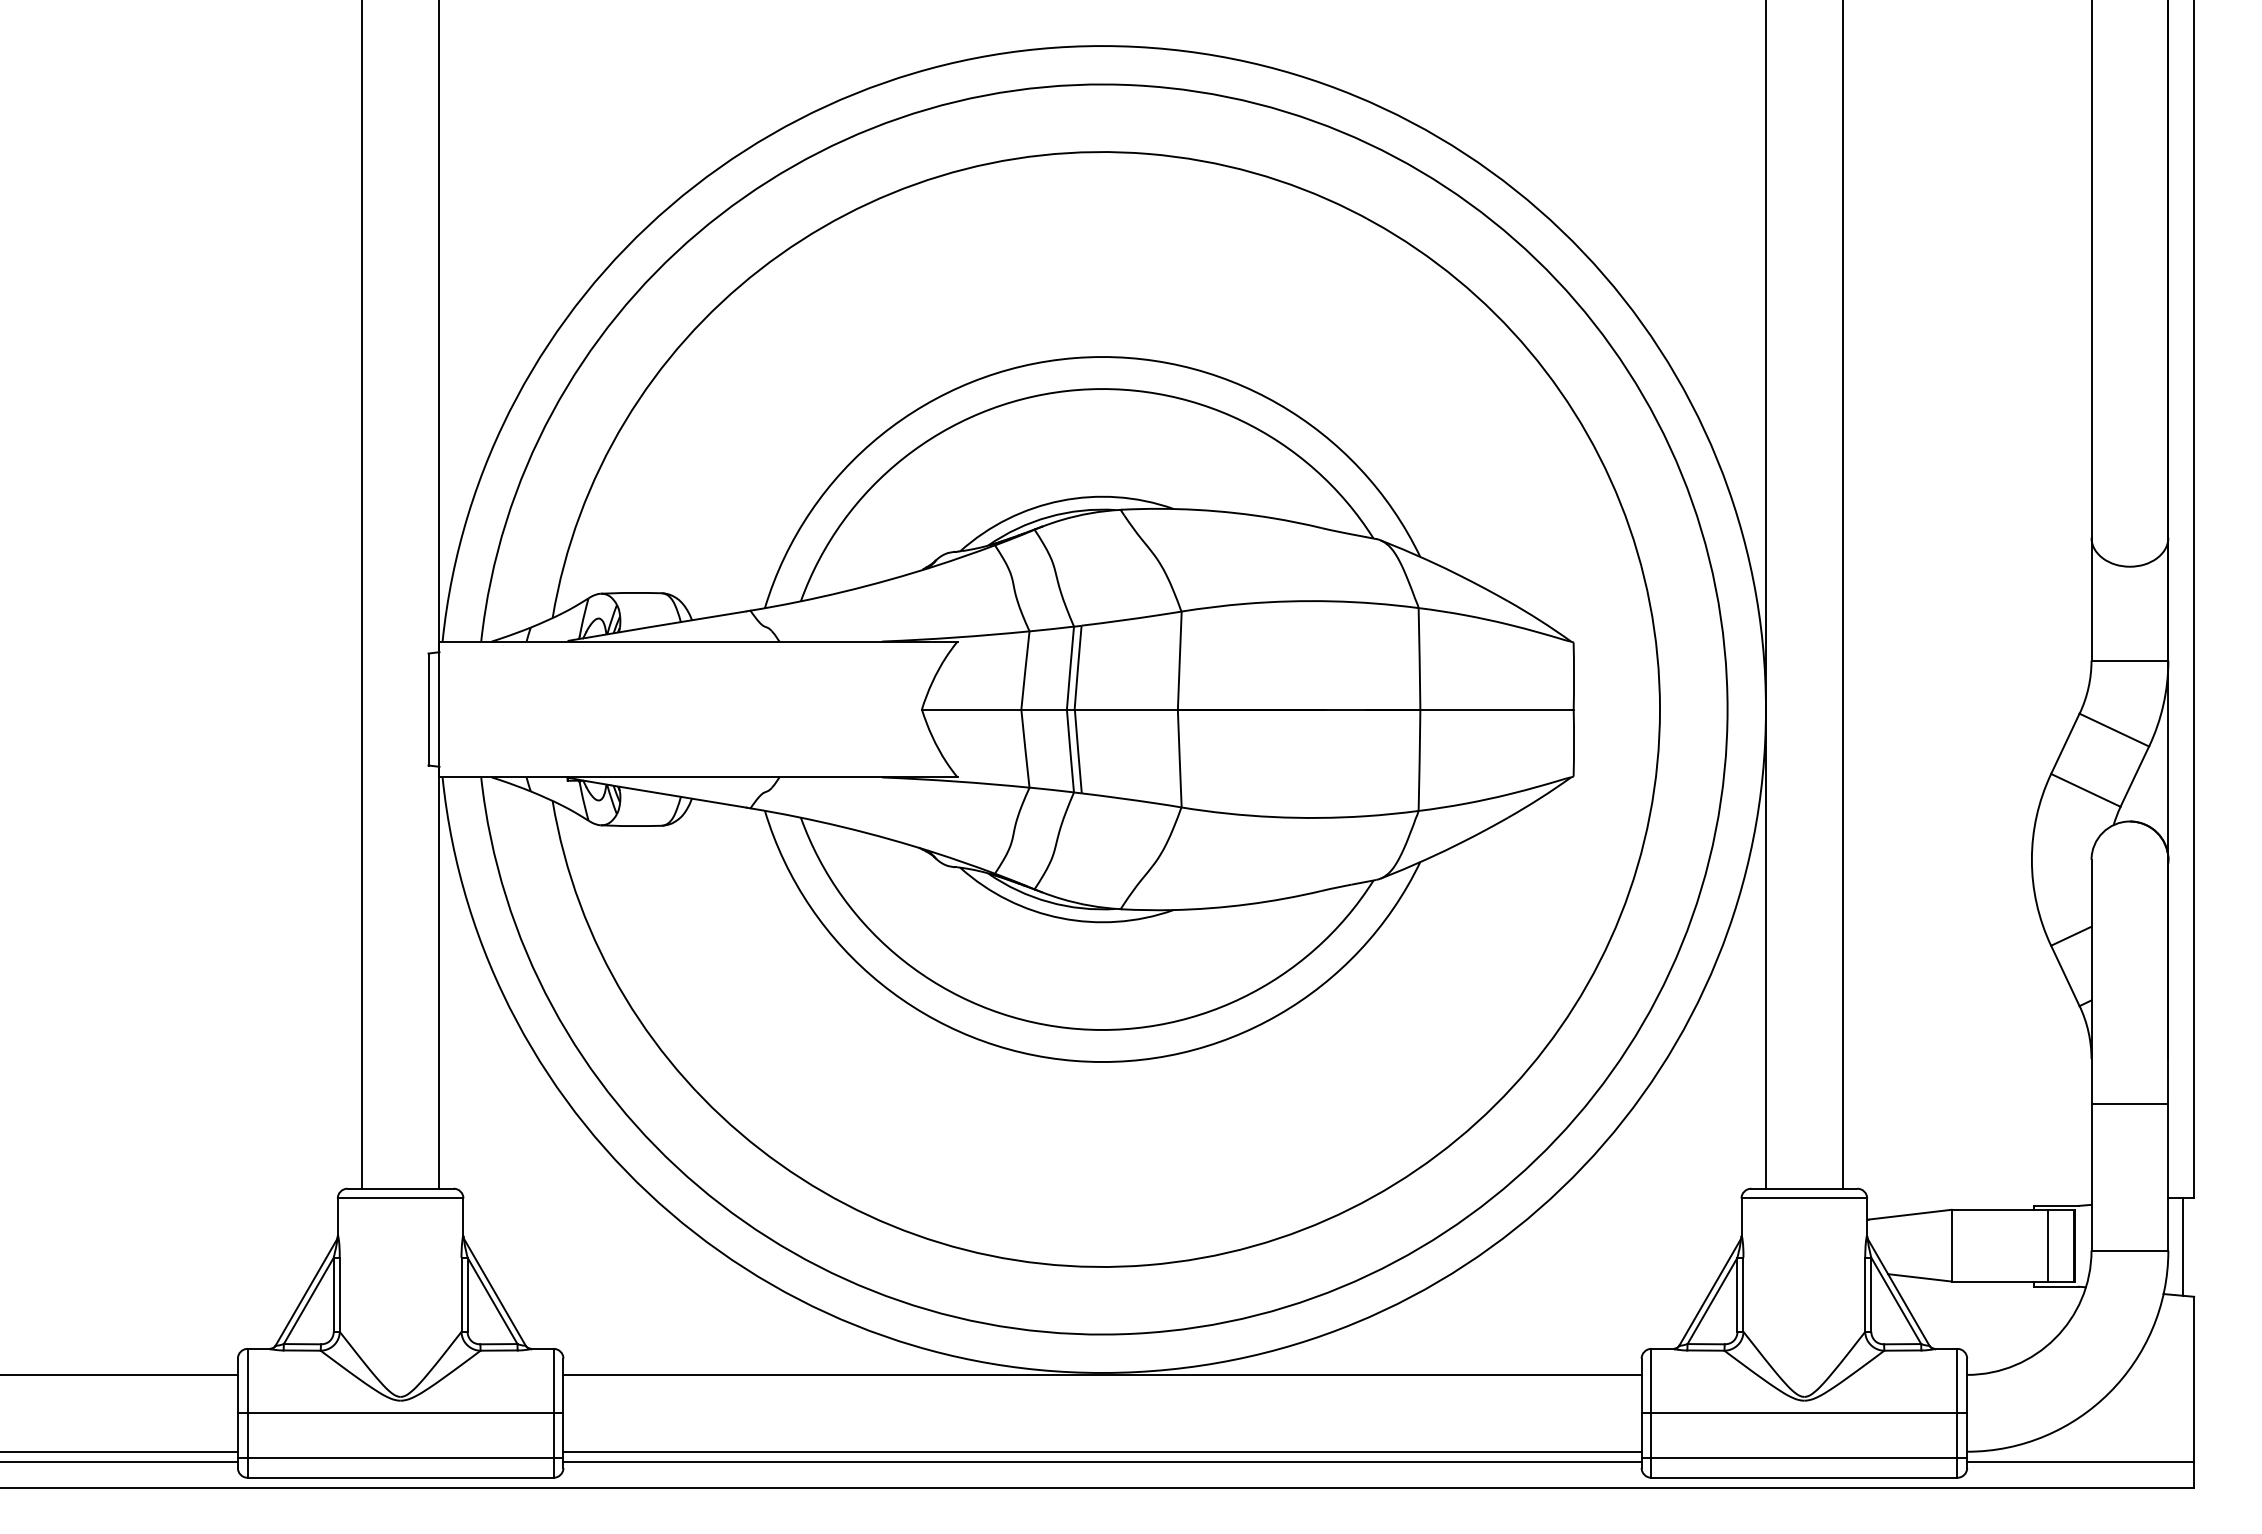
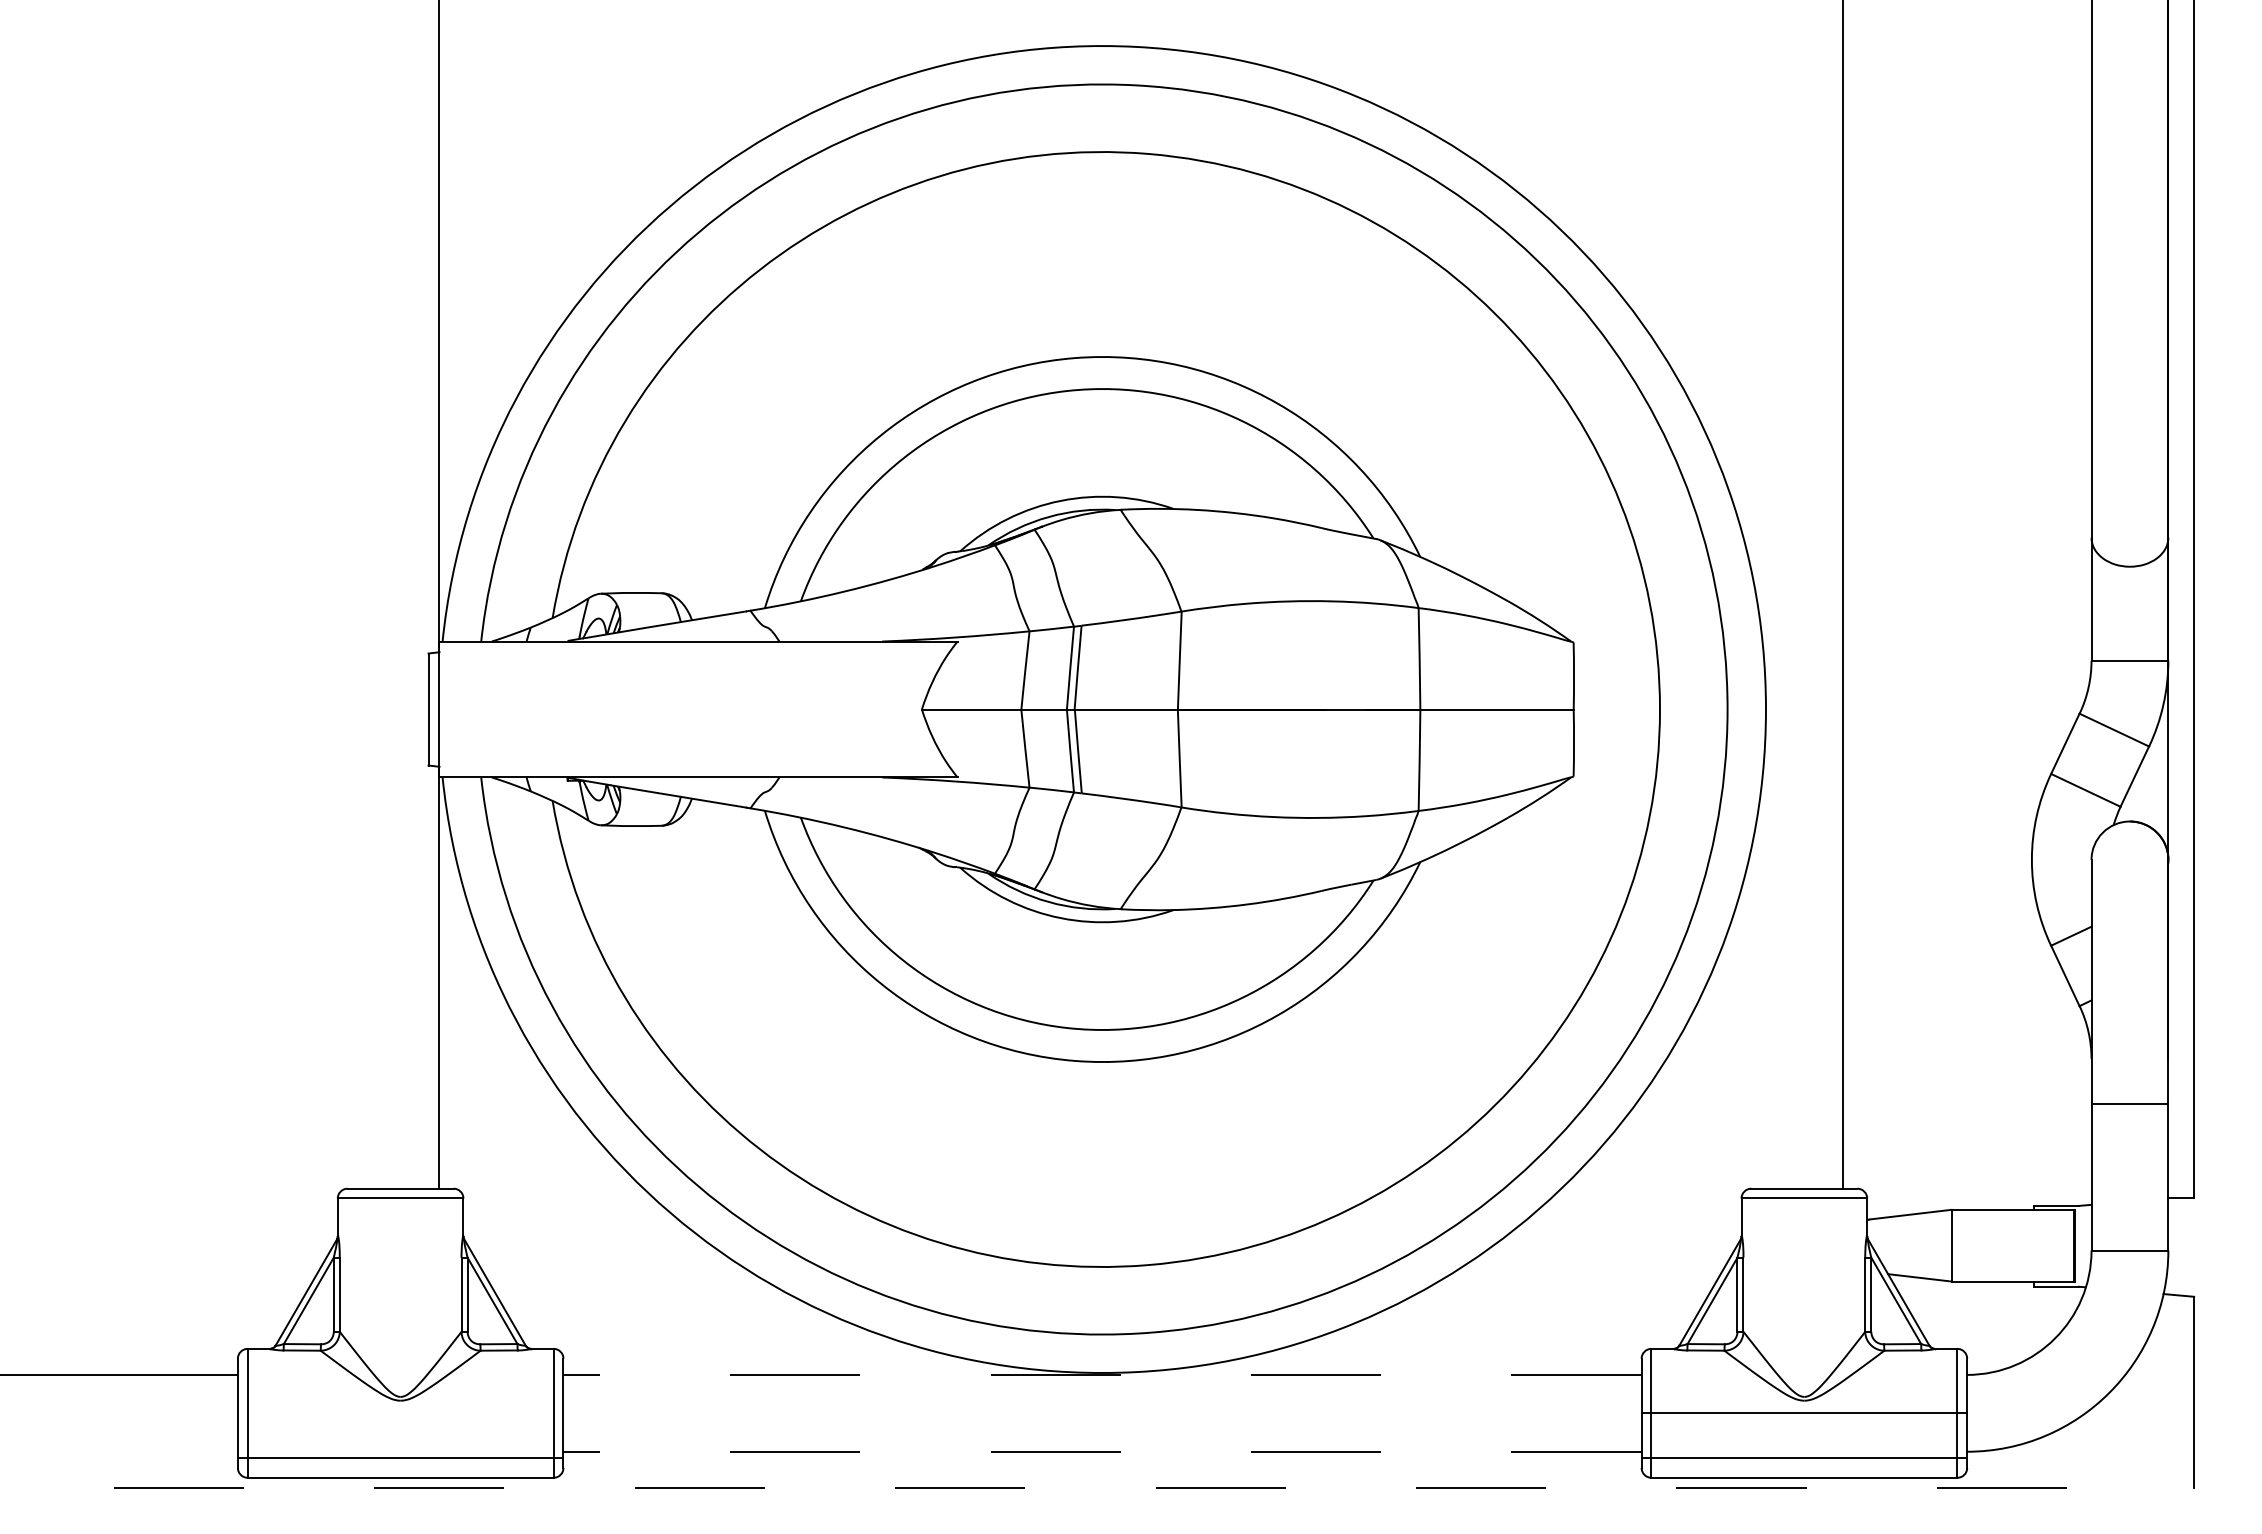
line at (362, 595): present -> none
line at (1765, 595): present -> none
line at (2048, 1245): present -> none
line at (2182, 1246): present -> none
line at (1102, 1374): solid -> dashed
line at (400, 1413): present -> none
line at (119, 1451): present -> none
line at (1102, 1451): solid -> dashed
line at (119, 1462): present -> none
line at (1102, 1462): present -> none
line at (2080, 1462): present -> none
line at (1097, 1487): solid -> dashed
